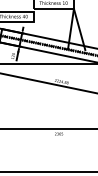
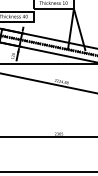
line at (48, 128) position: (48, 128) -> (48, 136)
